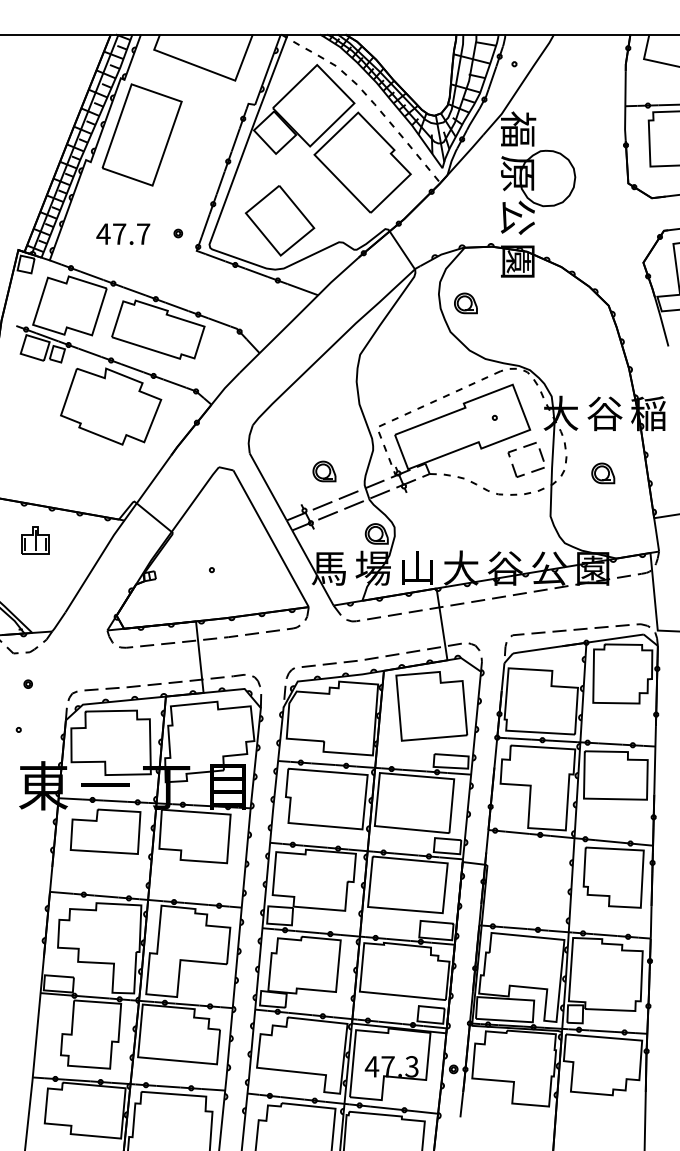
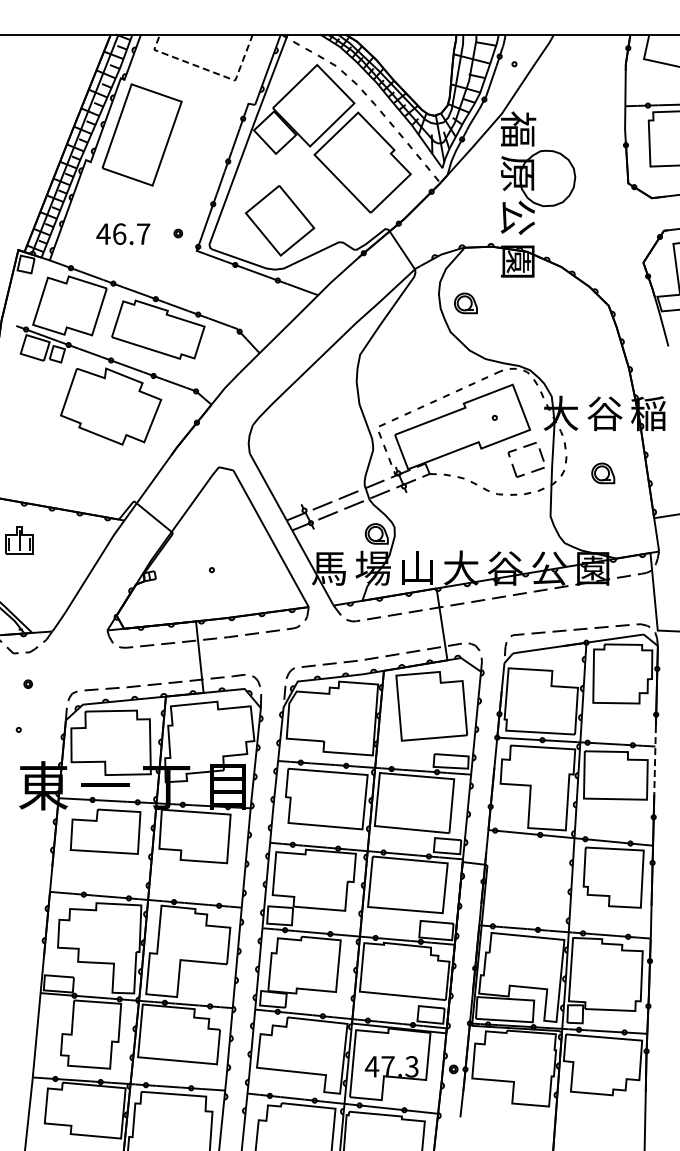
line at (210, 71): solid -> dashed
text at (119, 233): 47.7 -> 46.7
part at (324, 471): present -> none
part at (35, 540) position: (35, 540) -> (19, 540)
line at (655, 759): solid -> dashed
